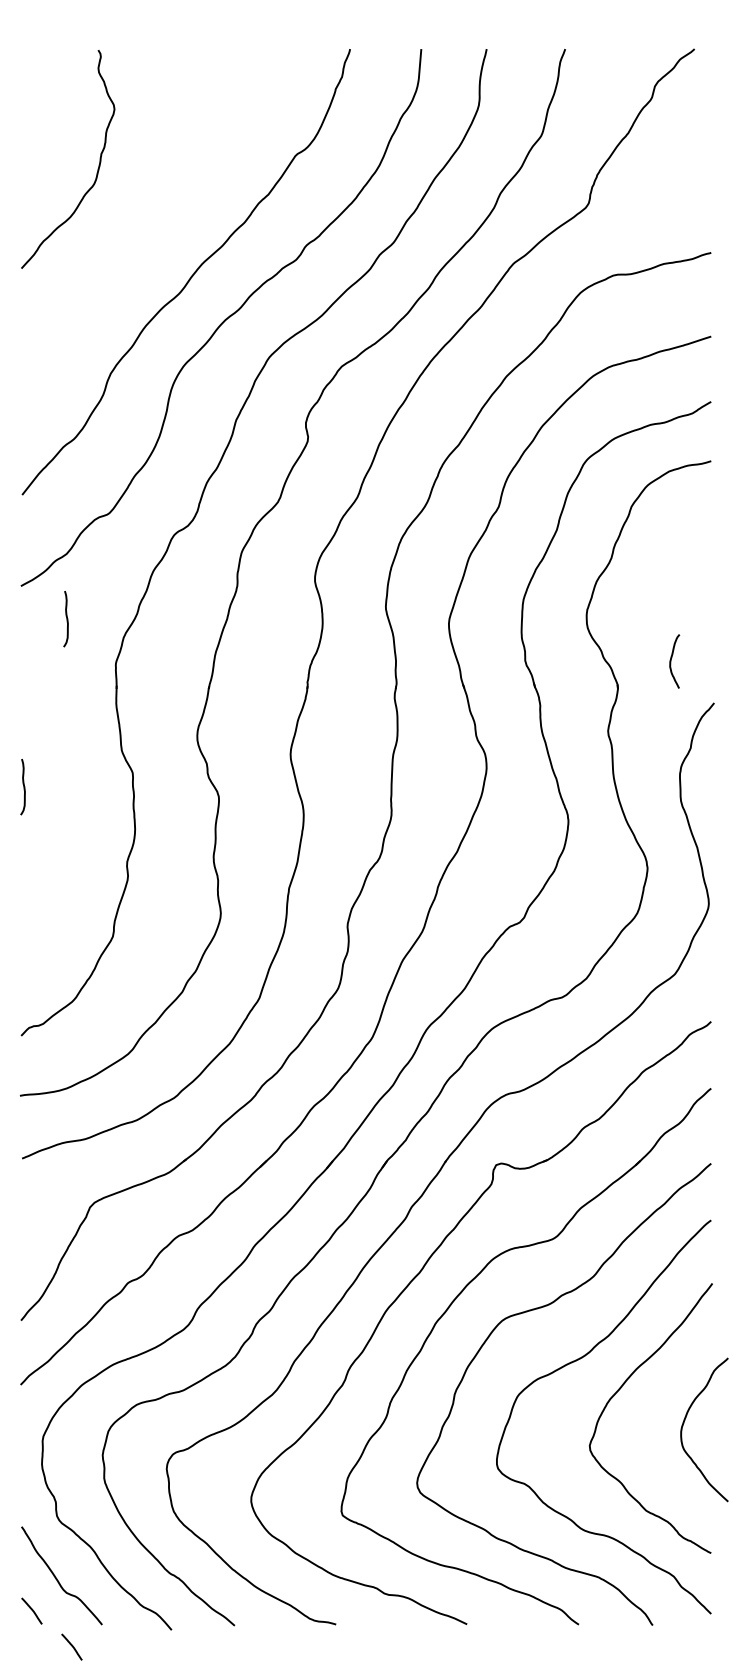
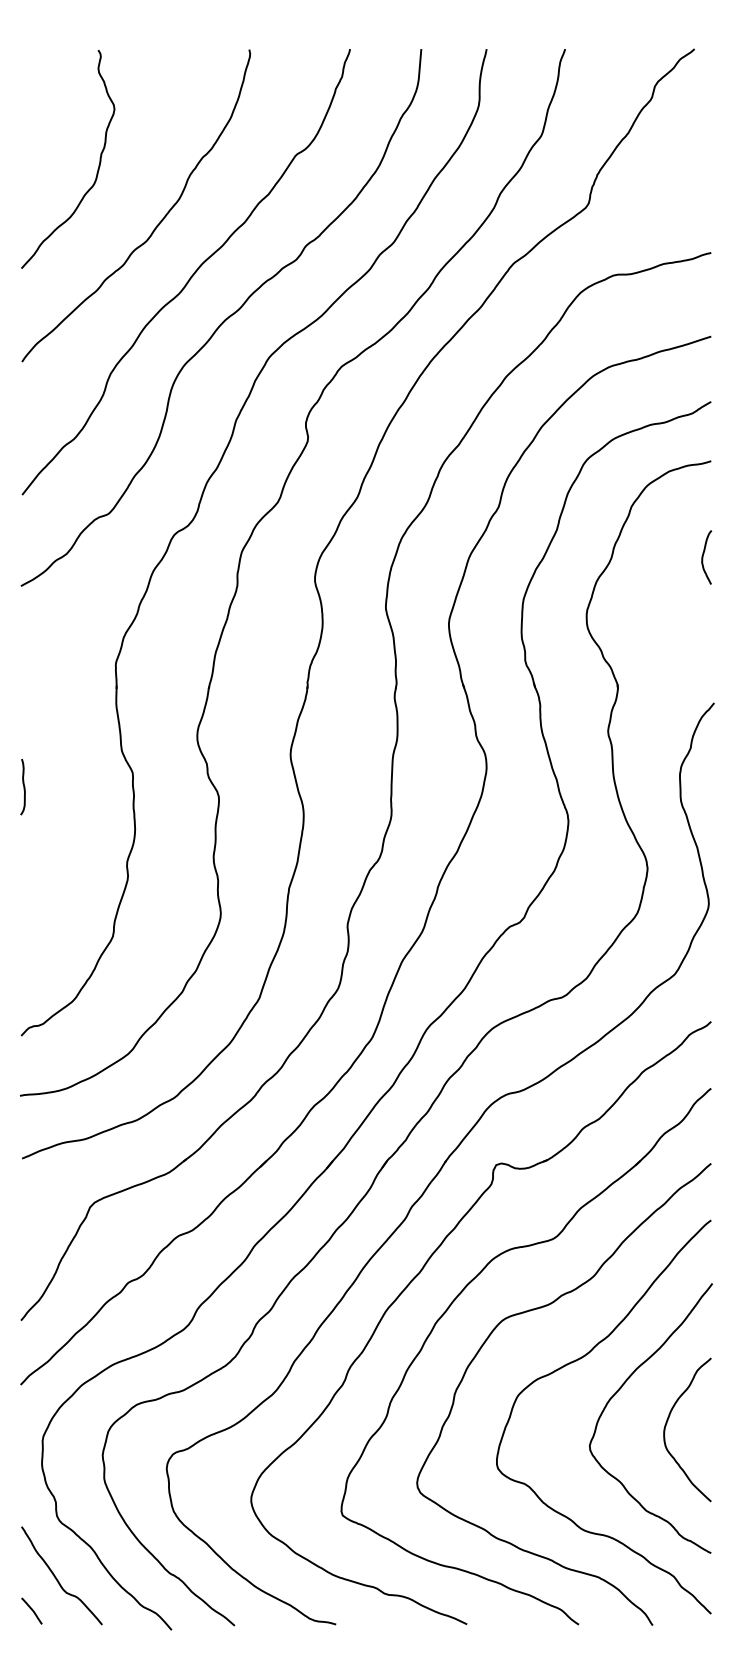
curve at (156, 225): none -> present
curve at (66, 619): present -> none
curve at (671, 661) position: (671, 661) -> (703, 557)
curve at (684, 1423) position: (684, 1423) -> (667, 1423)
curve at (71, 1646): present -> none
